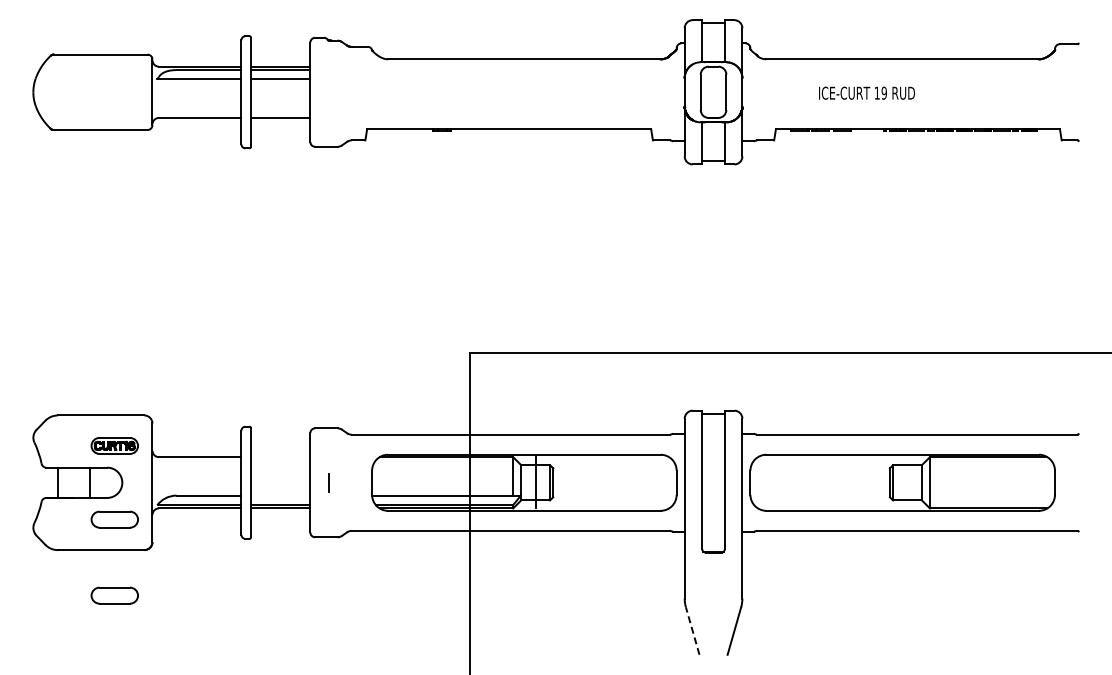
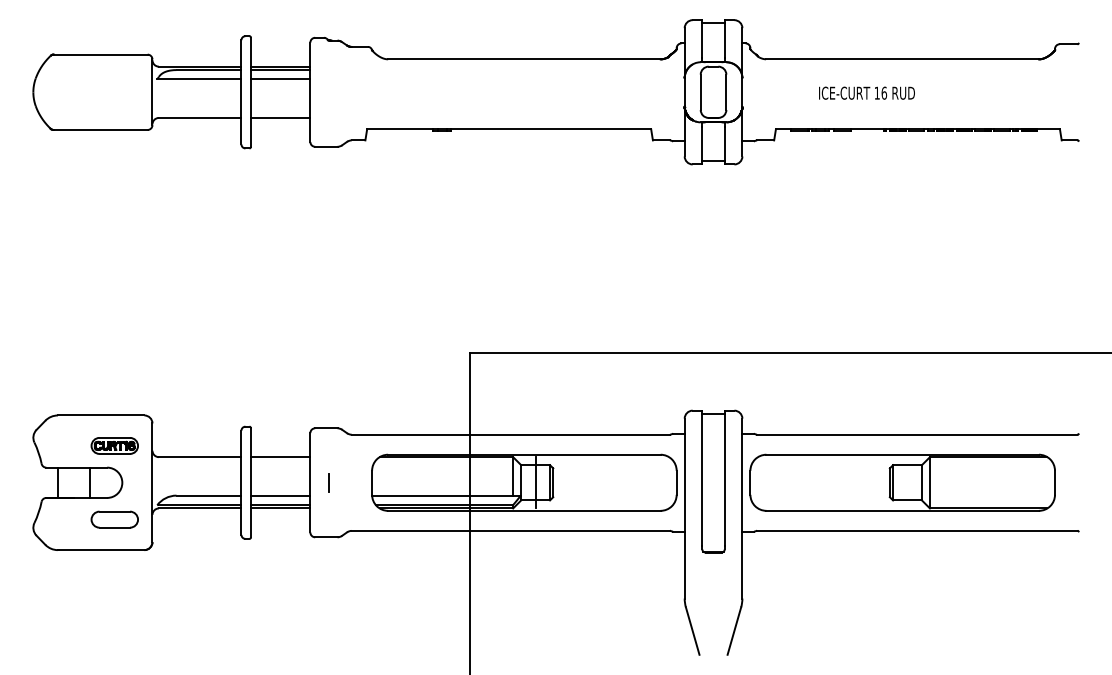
text at (884, 92): 19 -> 16
line at (280, 457): none -> present
line at (280, 495): none -> present
part at (114, 595): present -> none
line at (692, 631): dashed -> solid
